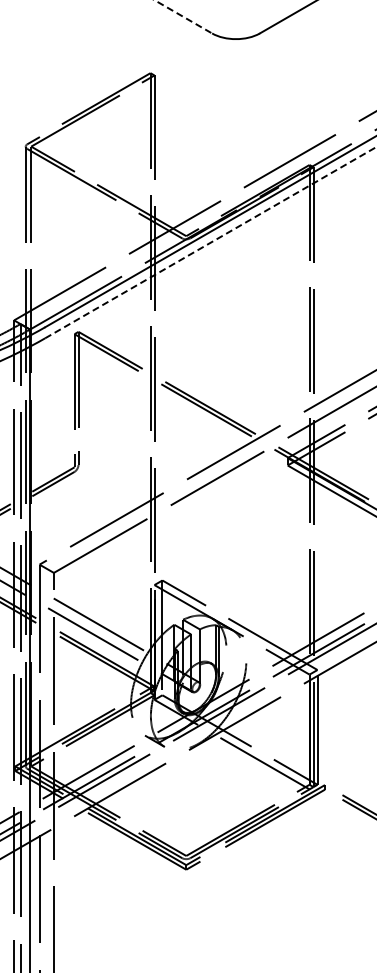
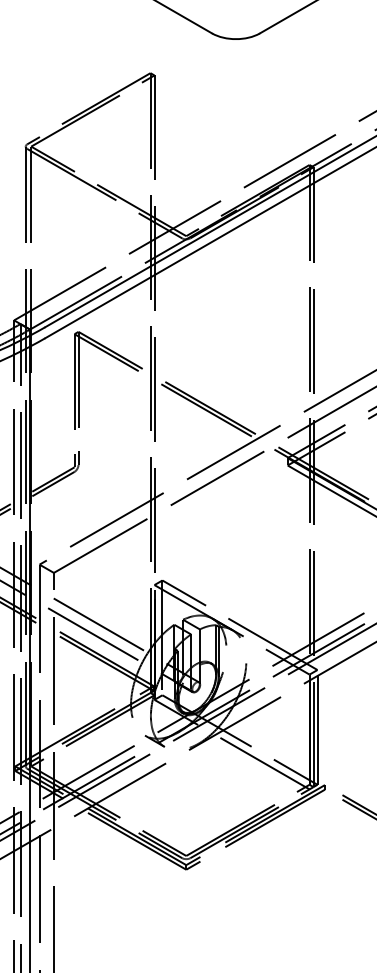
line at (183, 17): dashed -> solid
line at (211, 242): dashed -> solid
